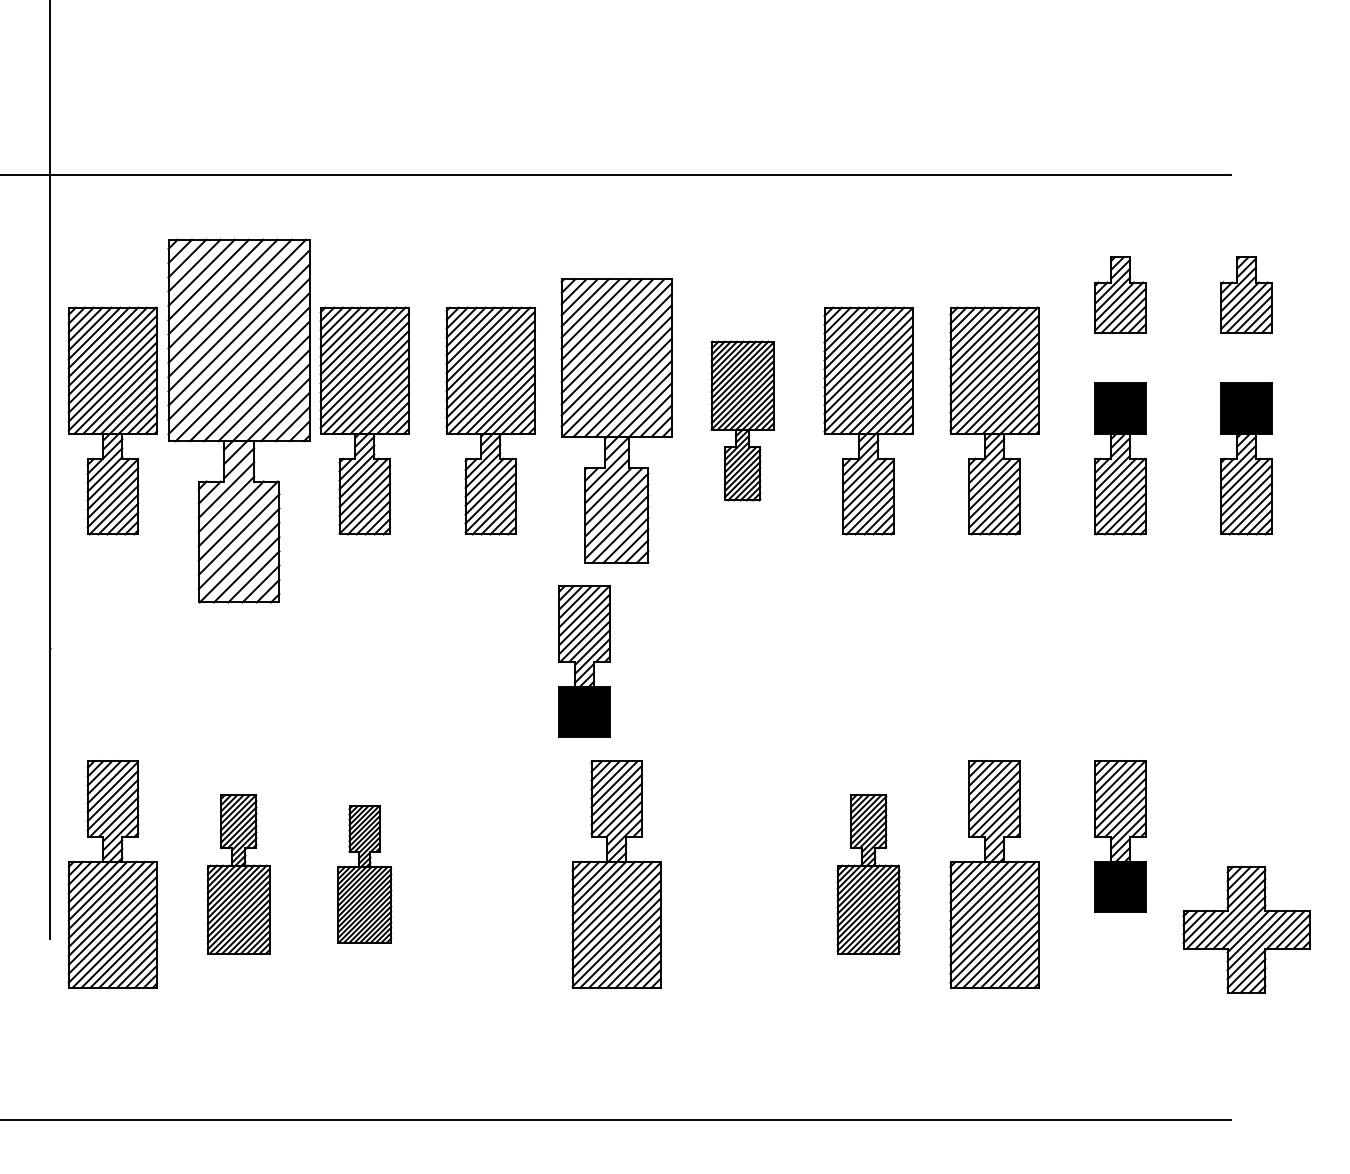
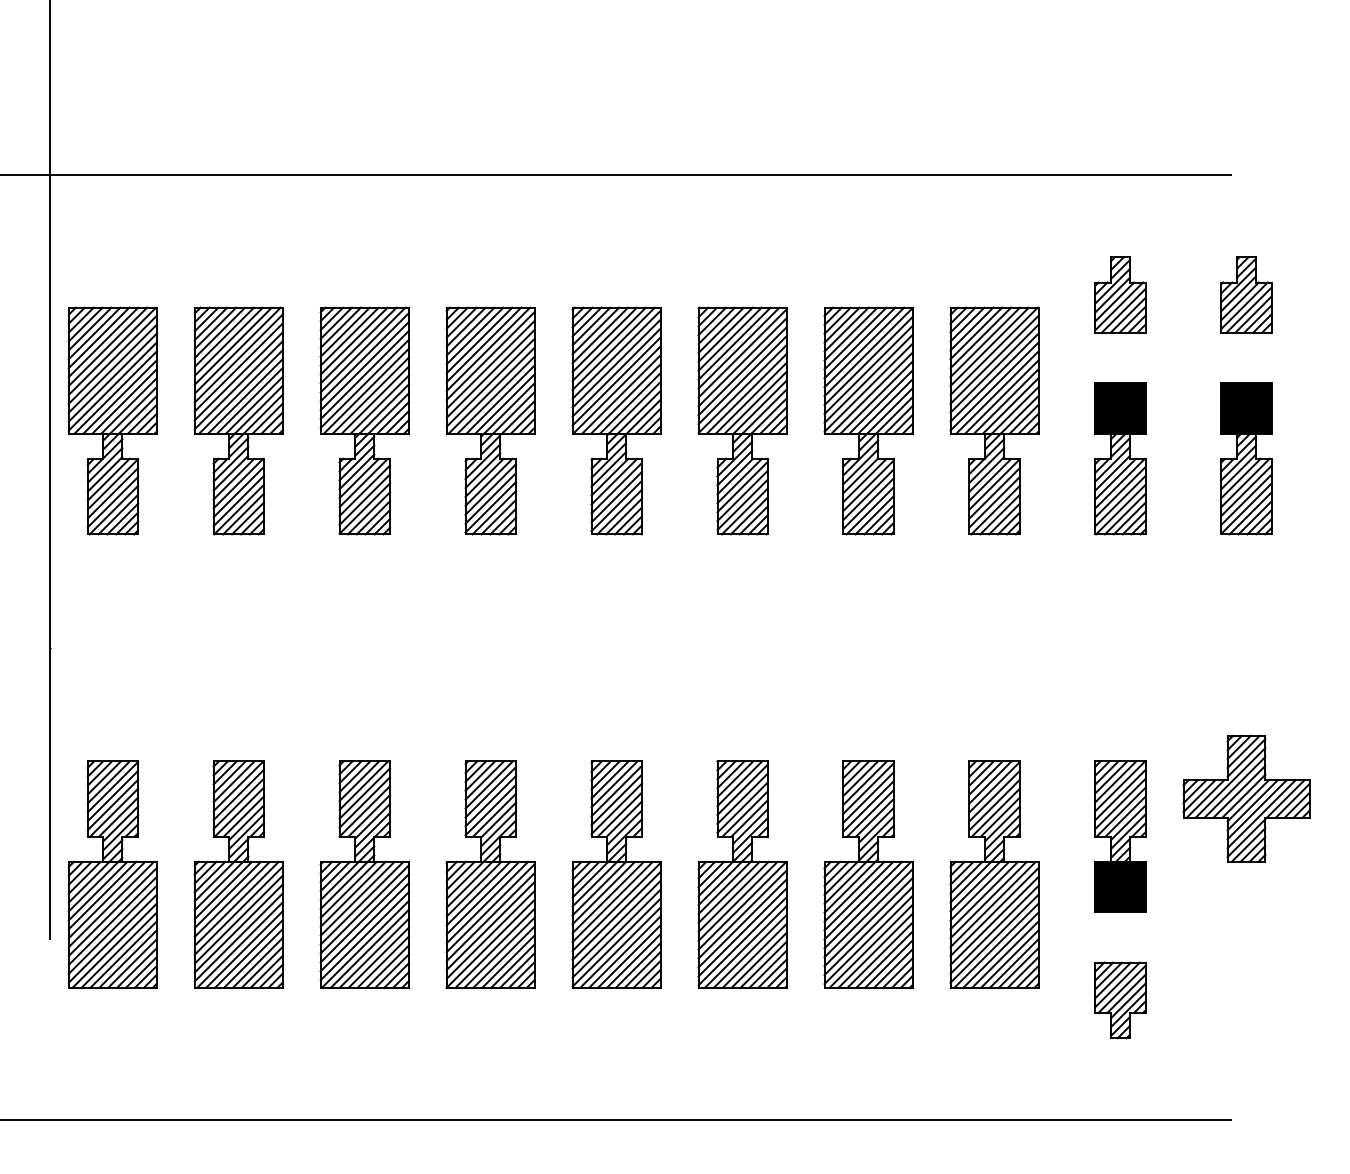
part at (238, 420) size: 144x366 px -> 91x230 px
part at (616, 420) size: 113x286 px -> 91x230 px
part at (742, 420) size: 65x162 px -> 91x230 px
part at (584, 661): present -> none
part at (238, 874) size: 65x161 px -> 91x229 px
part at (364, 874) size: 56x139 px -> 91x229 px
part at (490, 874): none -> present
part at (742, 874): none -> present
part at (868, 874) size: 65x161 px -> 91x229 px
part at (1246, 929) position: (1246, 929) -> (1246, 798)
part at (1120, 1000): none -> present
